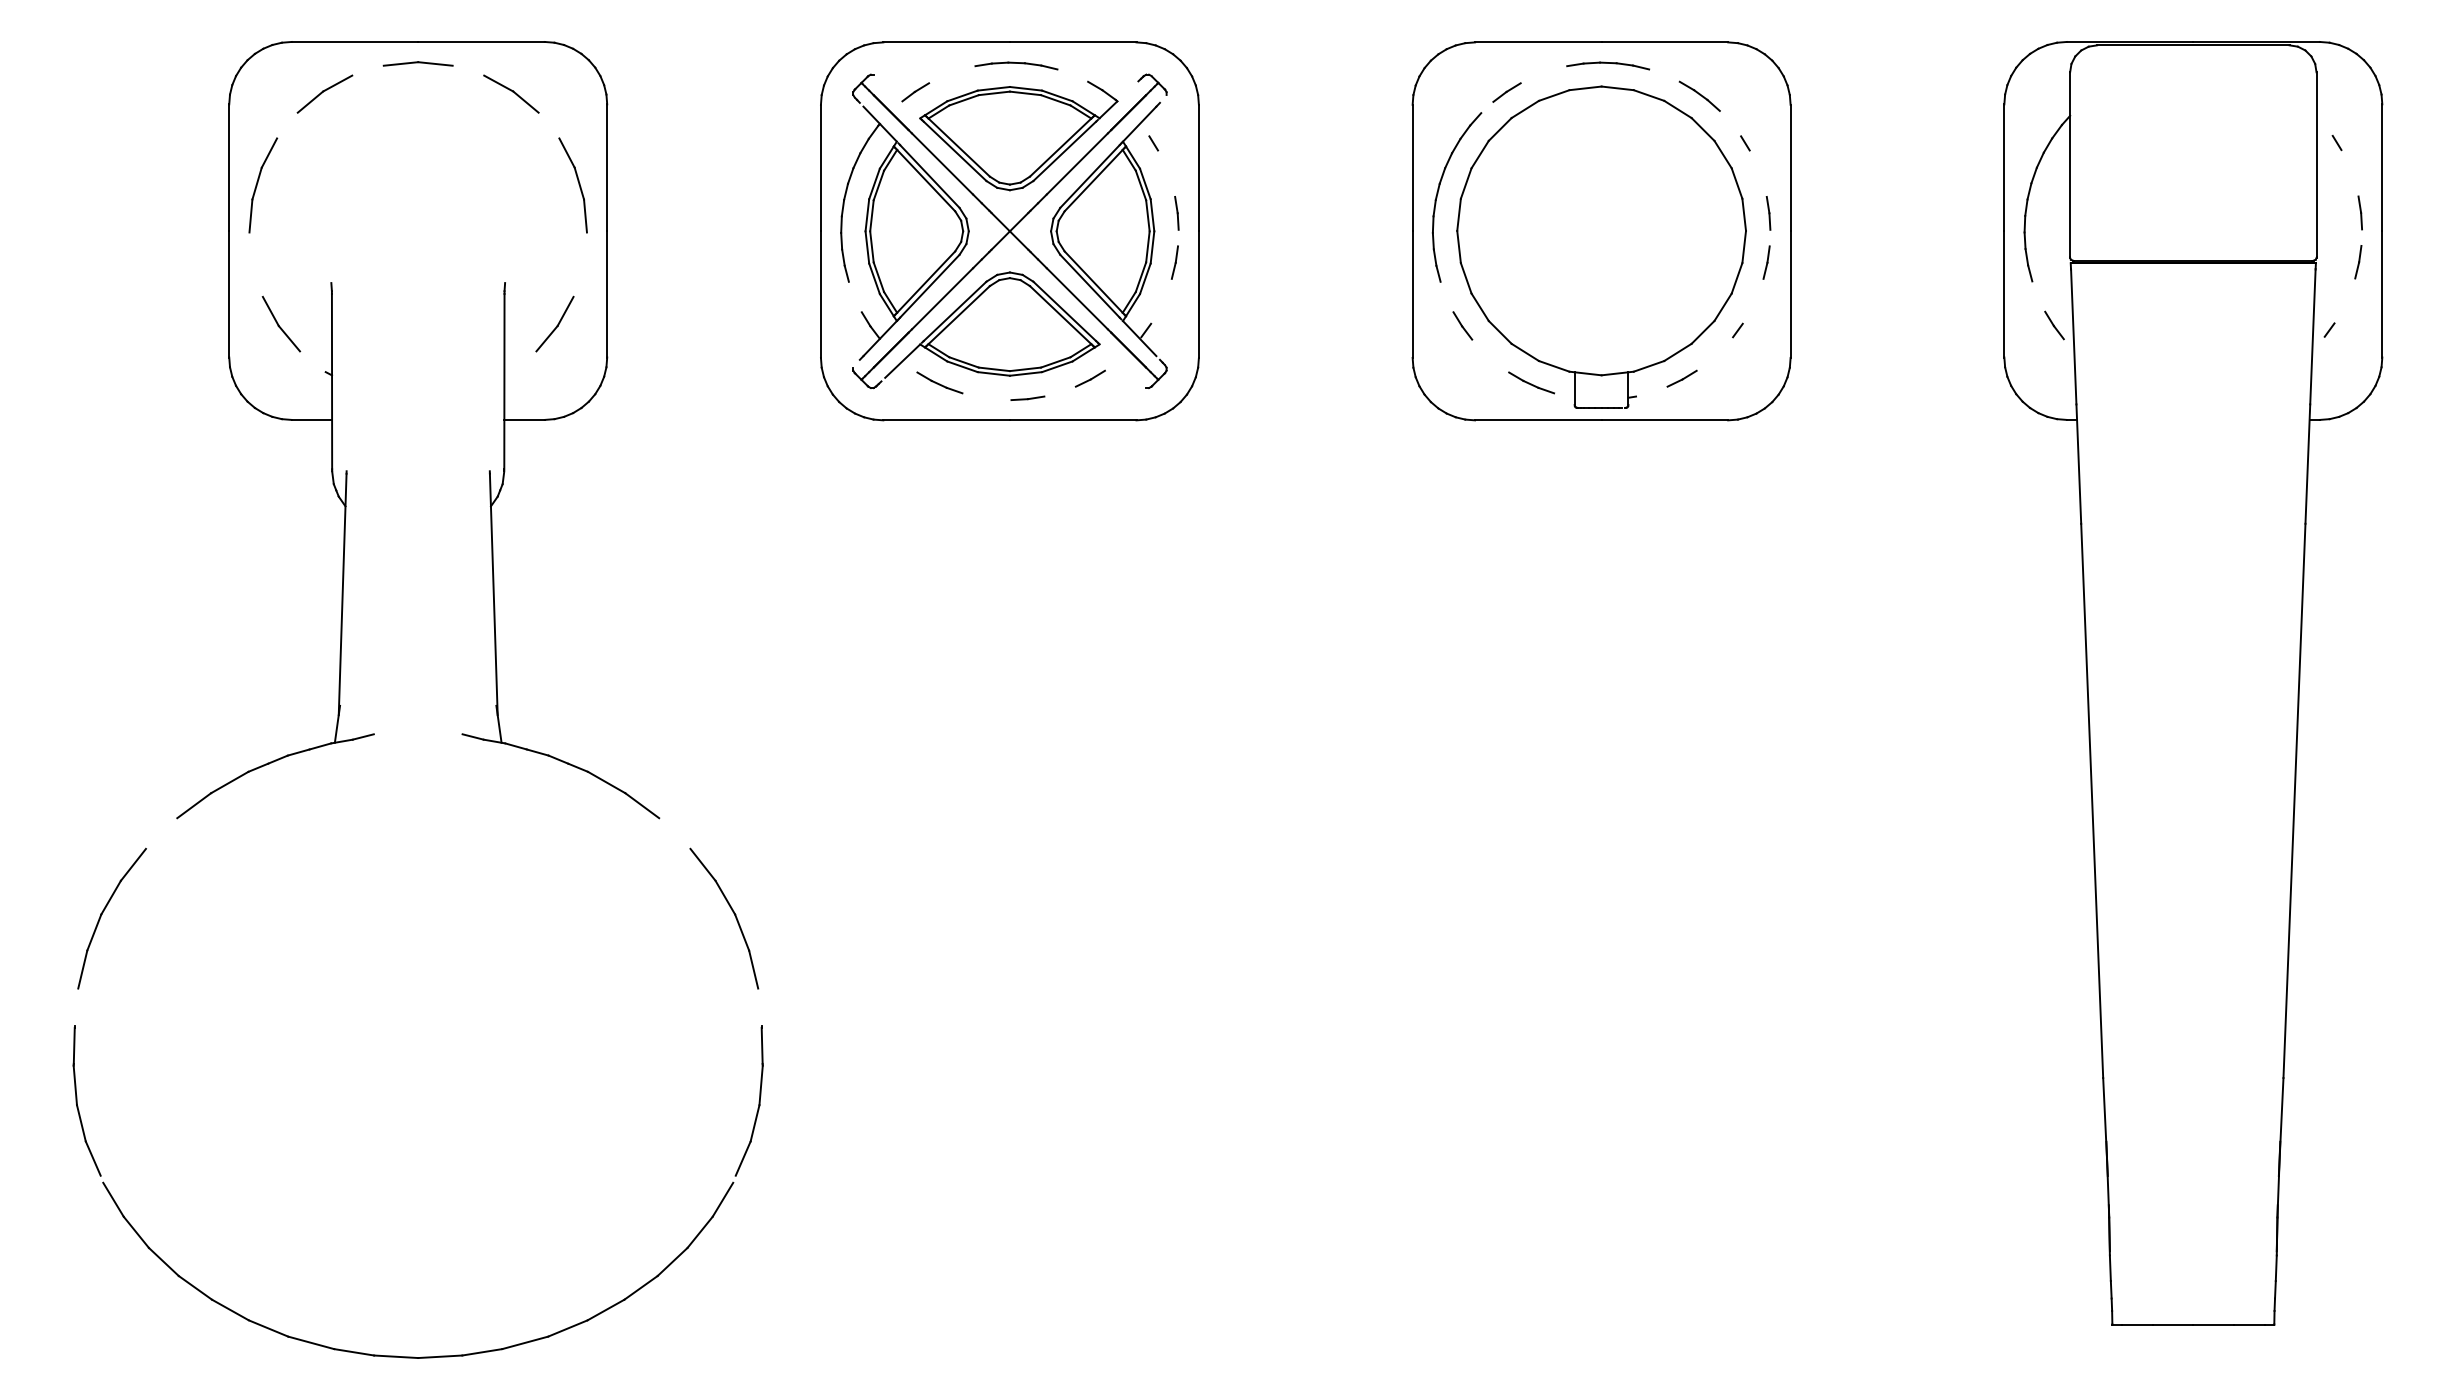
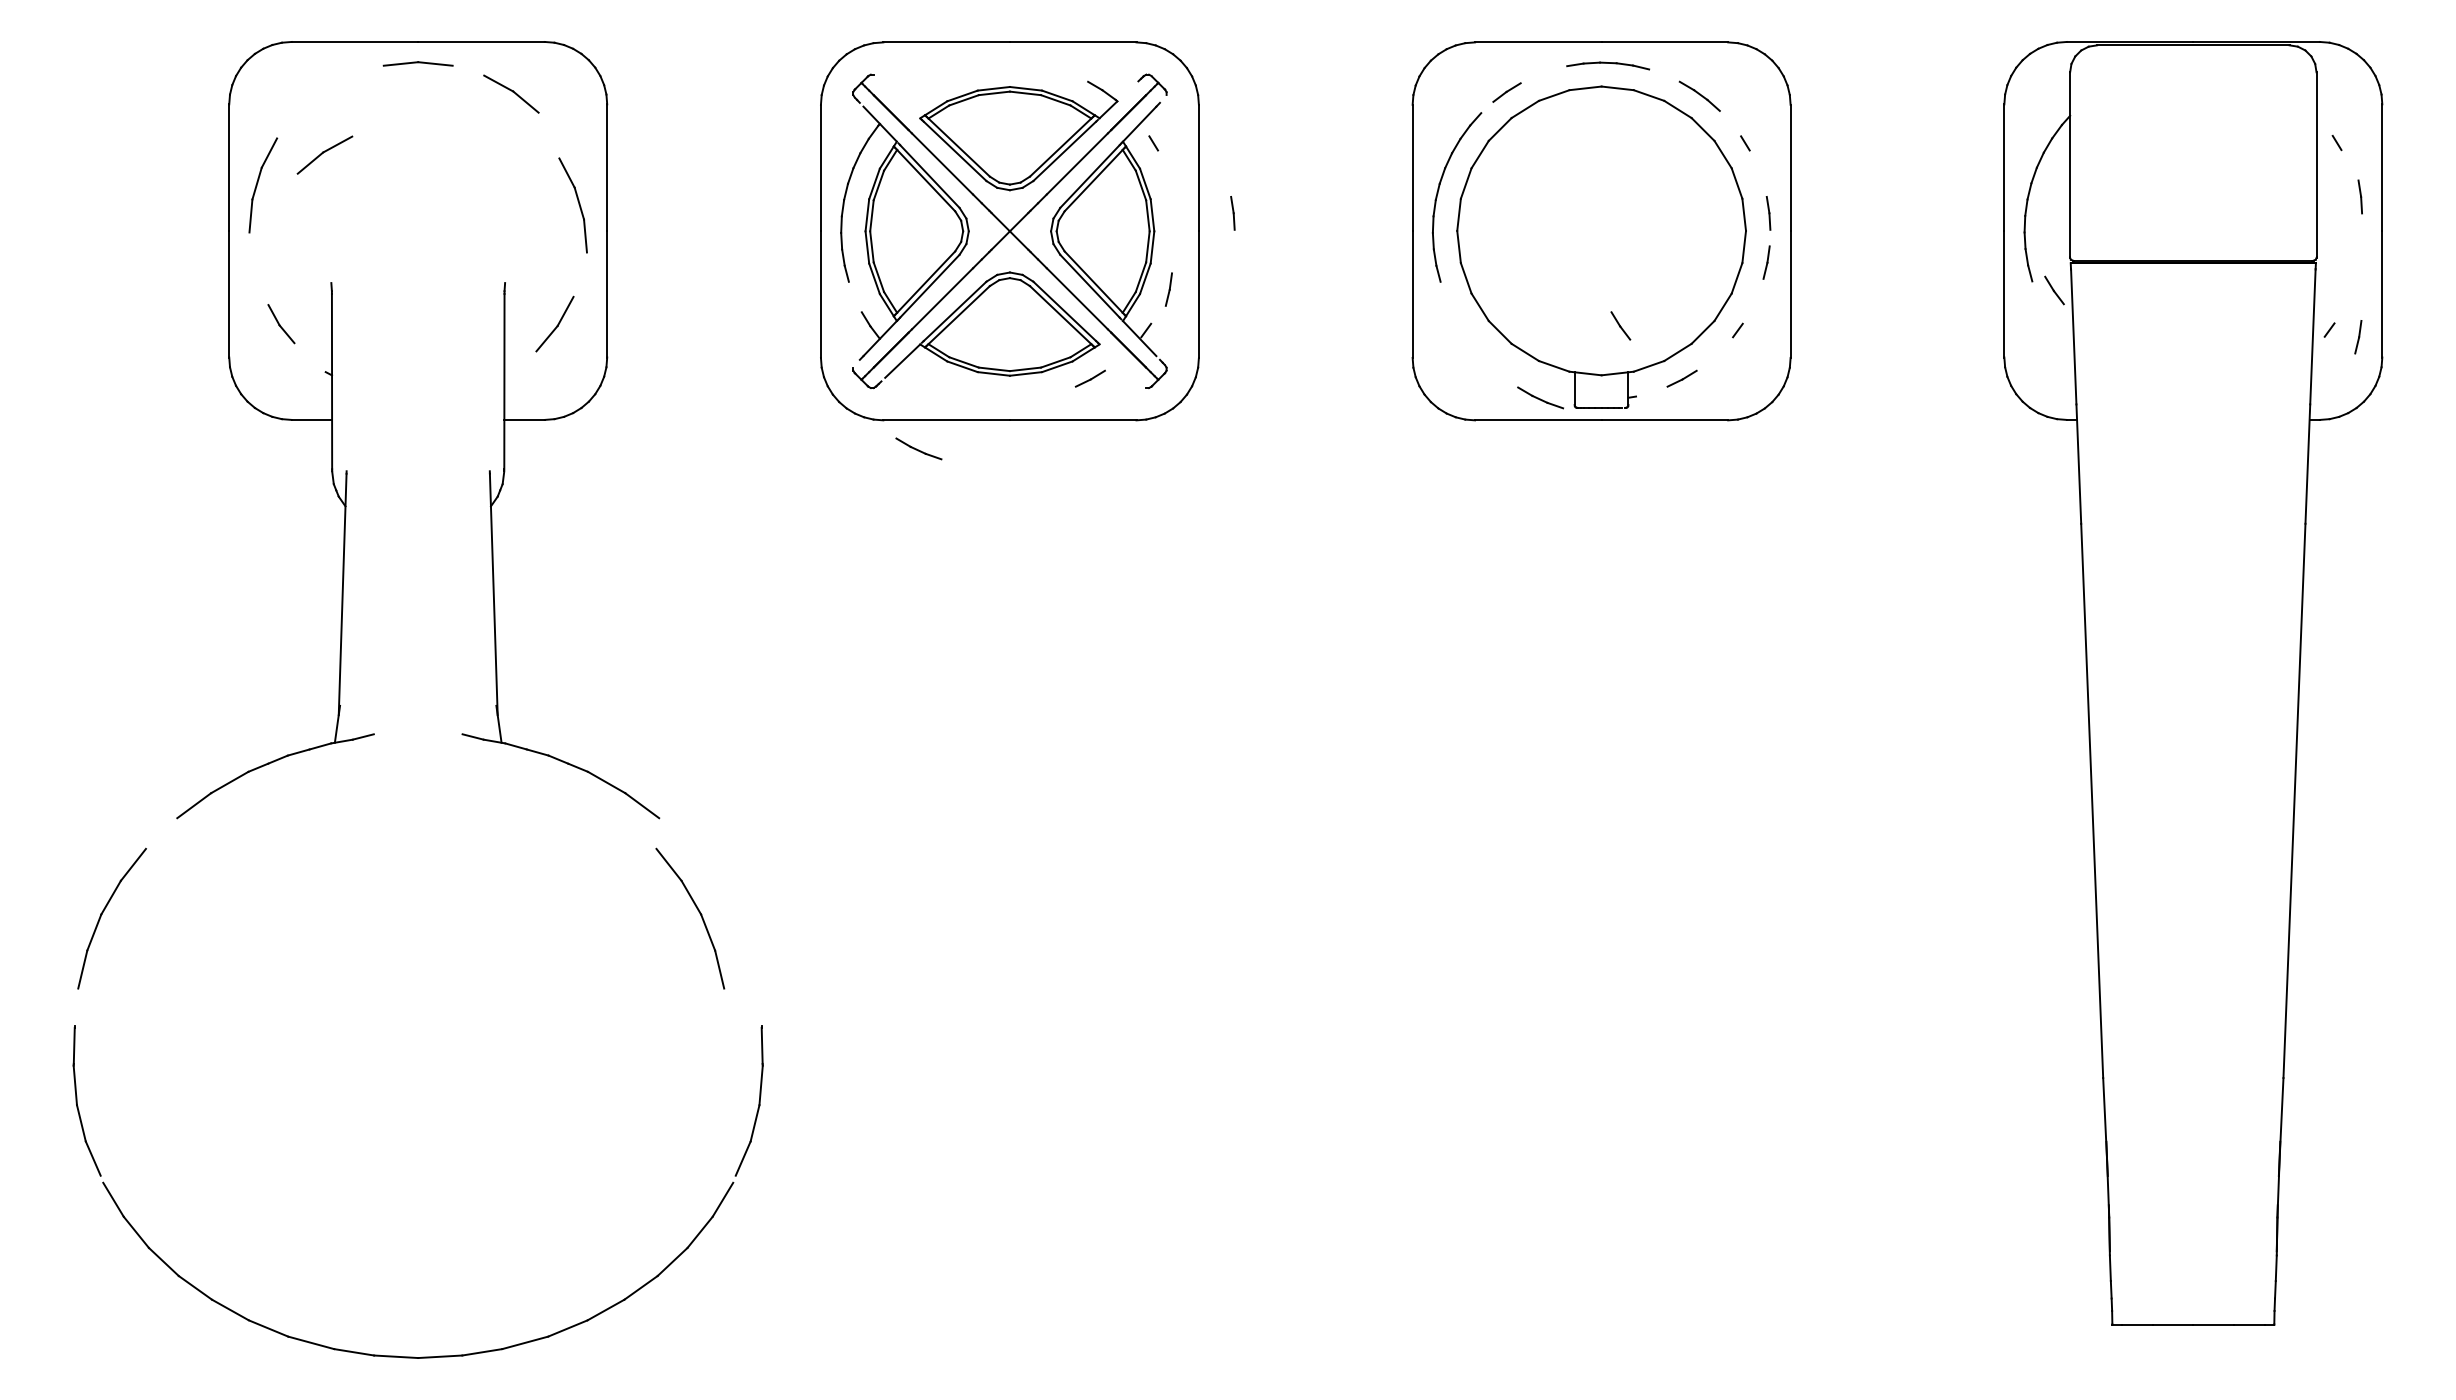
part at (1016, 65): present -> none
line at (915, 92): present -> none
part at (324, 93) position: (324, 93) -> (324, 154)
part at (578, 184) position: (578, 184) -> (578, 204)
line at (2360, 212) position: (2360, 212) -> (2360, 196)
line at (1176, 213) position: (1176, 213) -> (1232, 213)
line at (1174, 262) position: (1174, 262) -> (1168, 289)
line at (2358, 262) position: (2358, 262) -> (2358, 337)
part at (281, 323) size: 41x58 px -> 29x41 px
line at (1462, 325) position: (1462, 325) -> (1620, 325)
line at (2054, 325) position: (2054, 325) -> (2054, 290)
part at (939, 382) position: (939, 382) -> (918, 448)
part at (1531, 382) position: (1531, 382) -> (1540, 397)
line at (1027, 398): present -> none
part at (732, 912) position: (732, 912) -> (698, 912)
